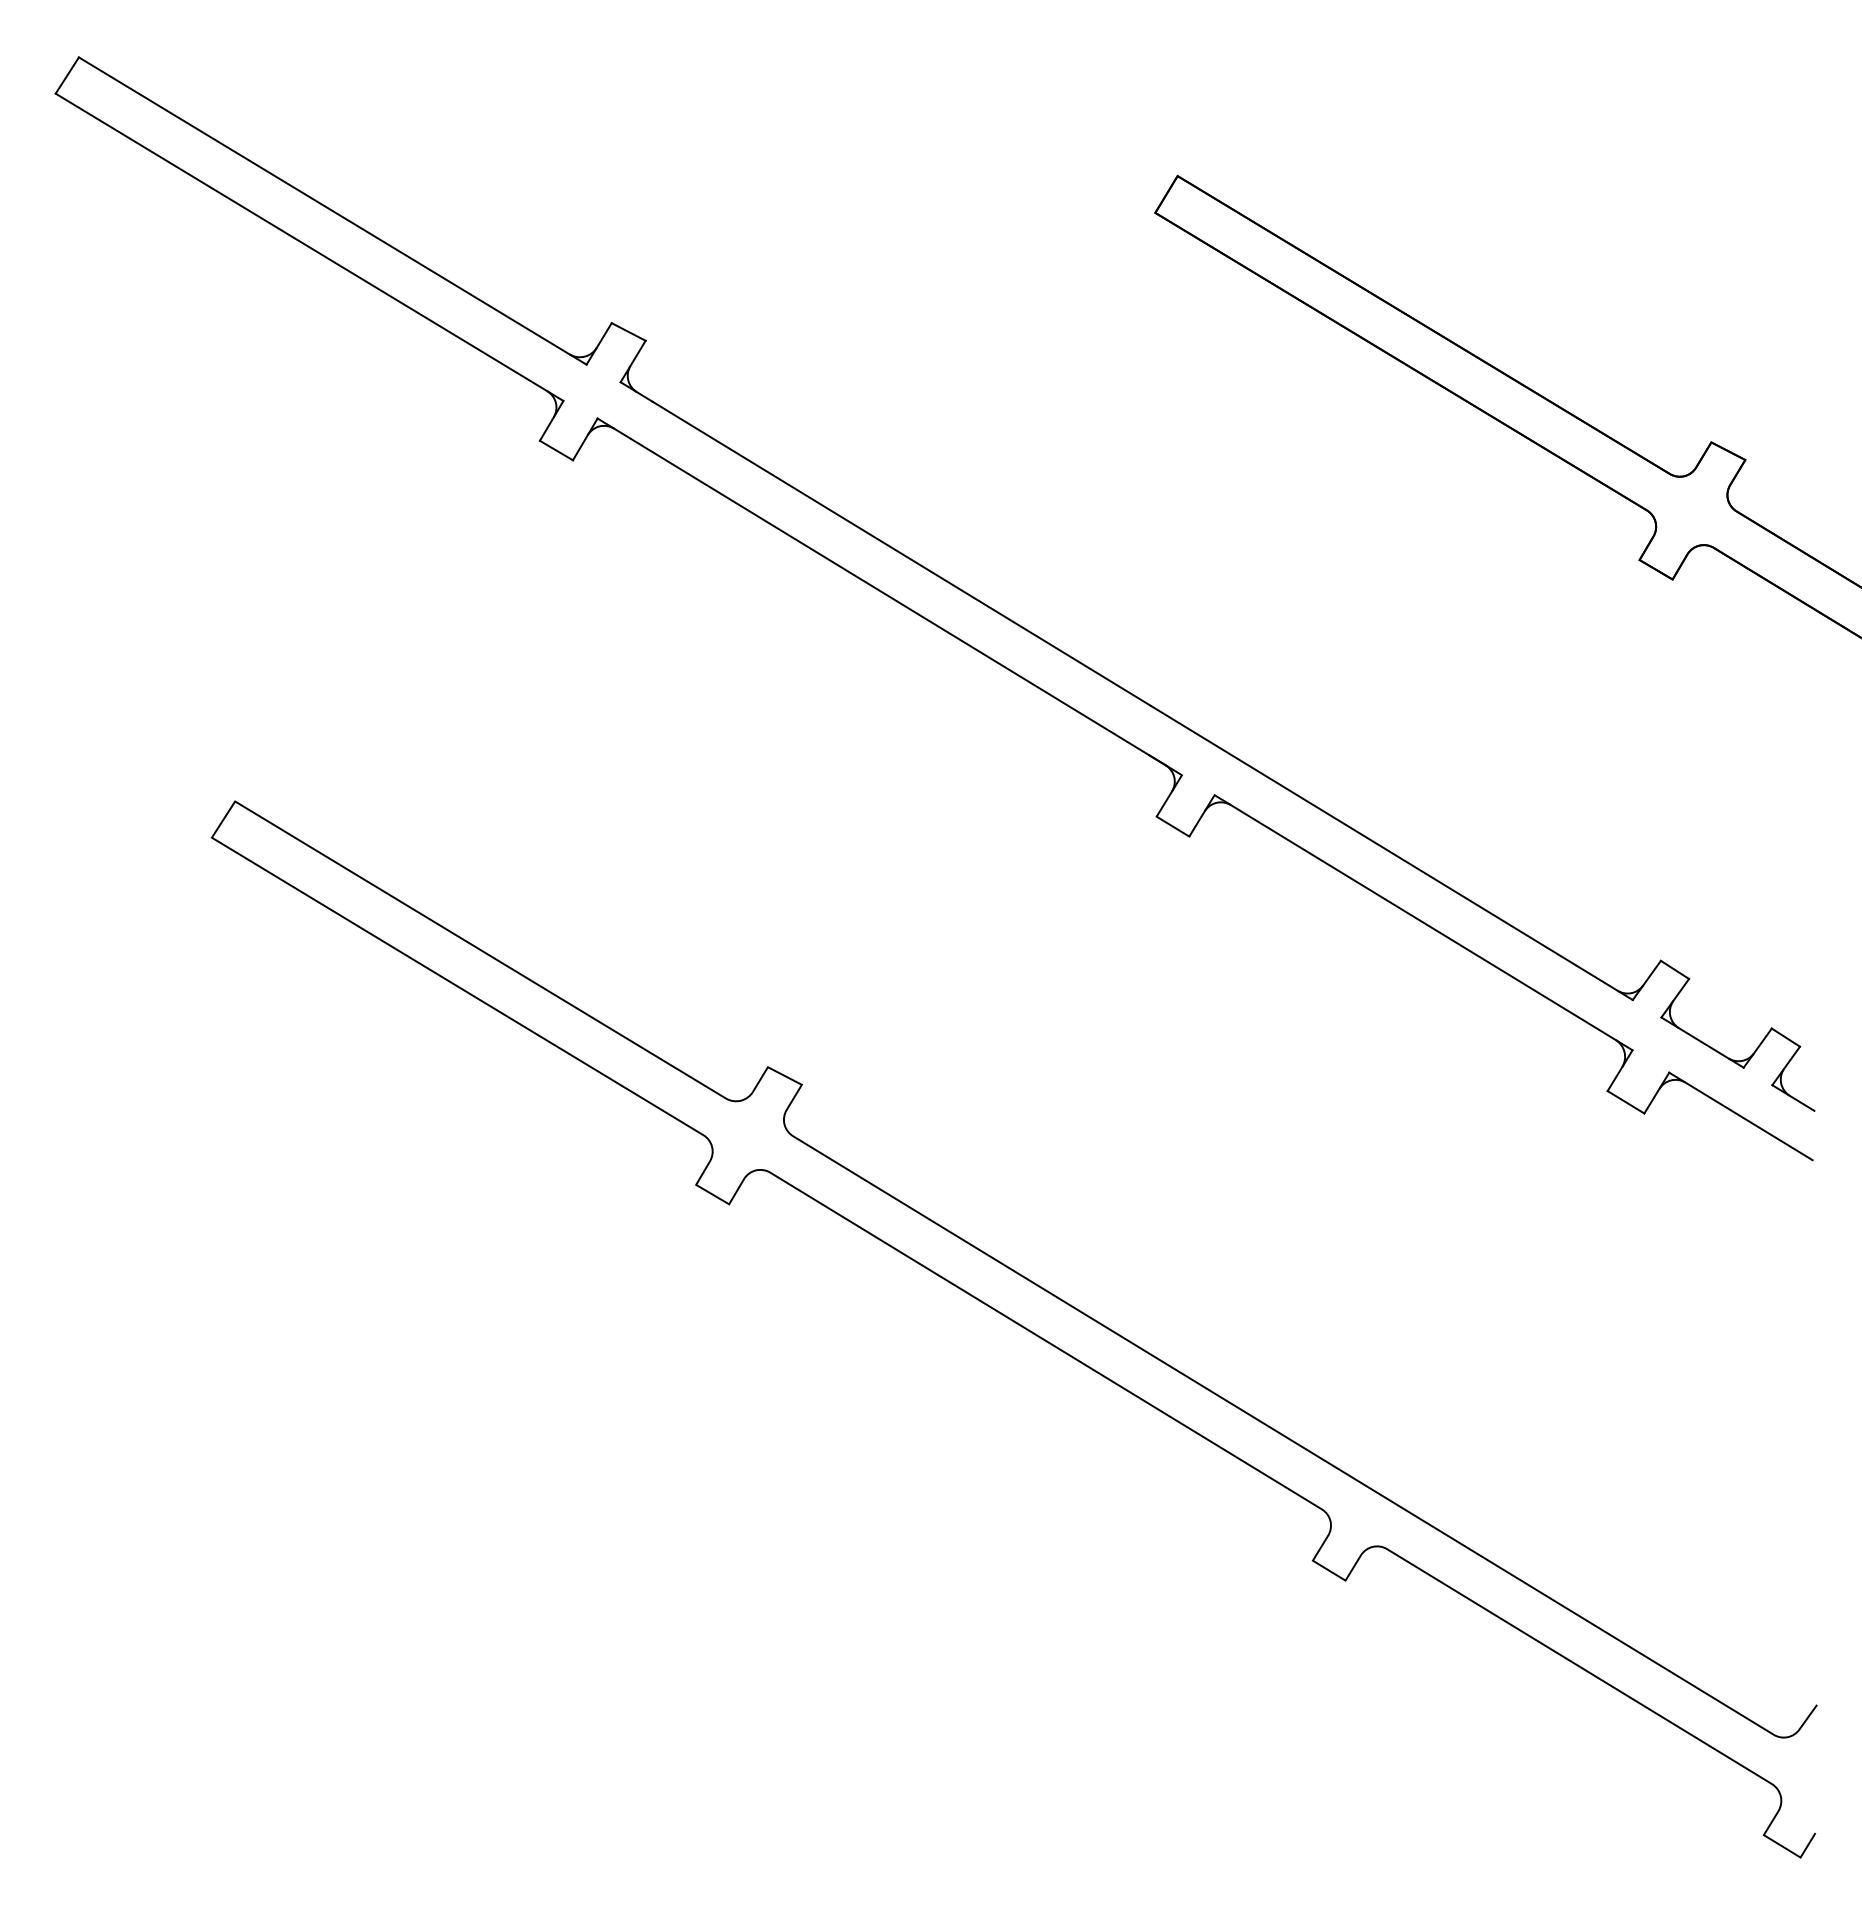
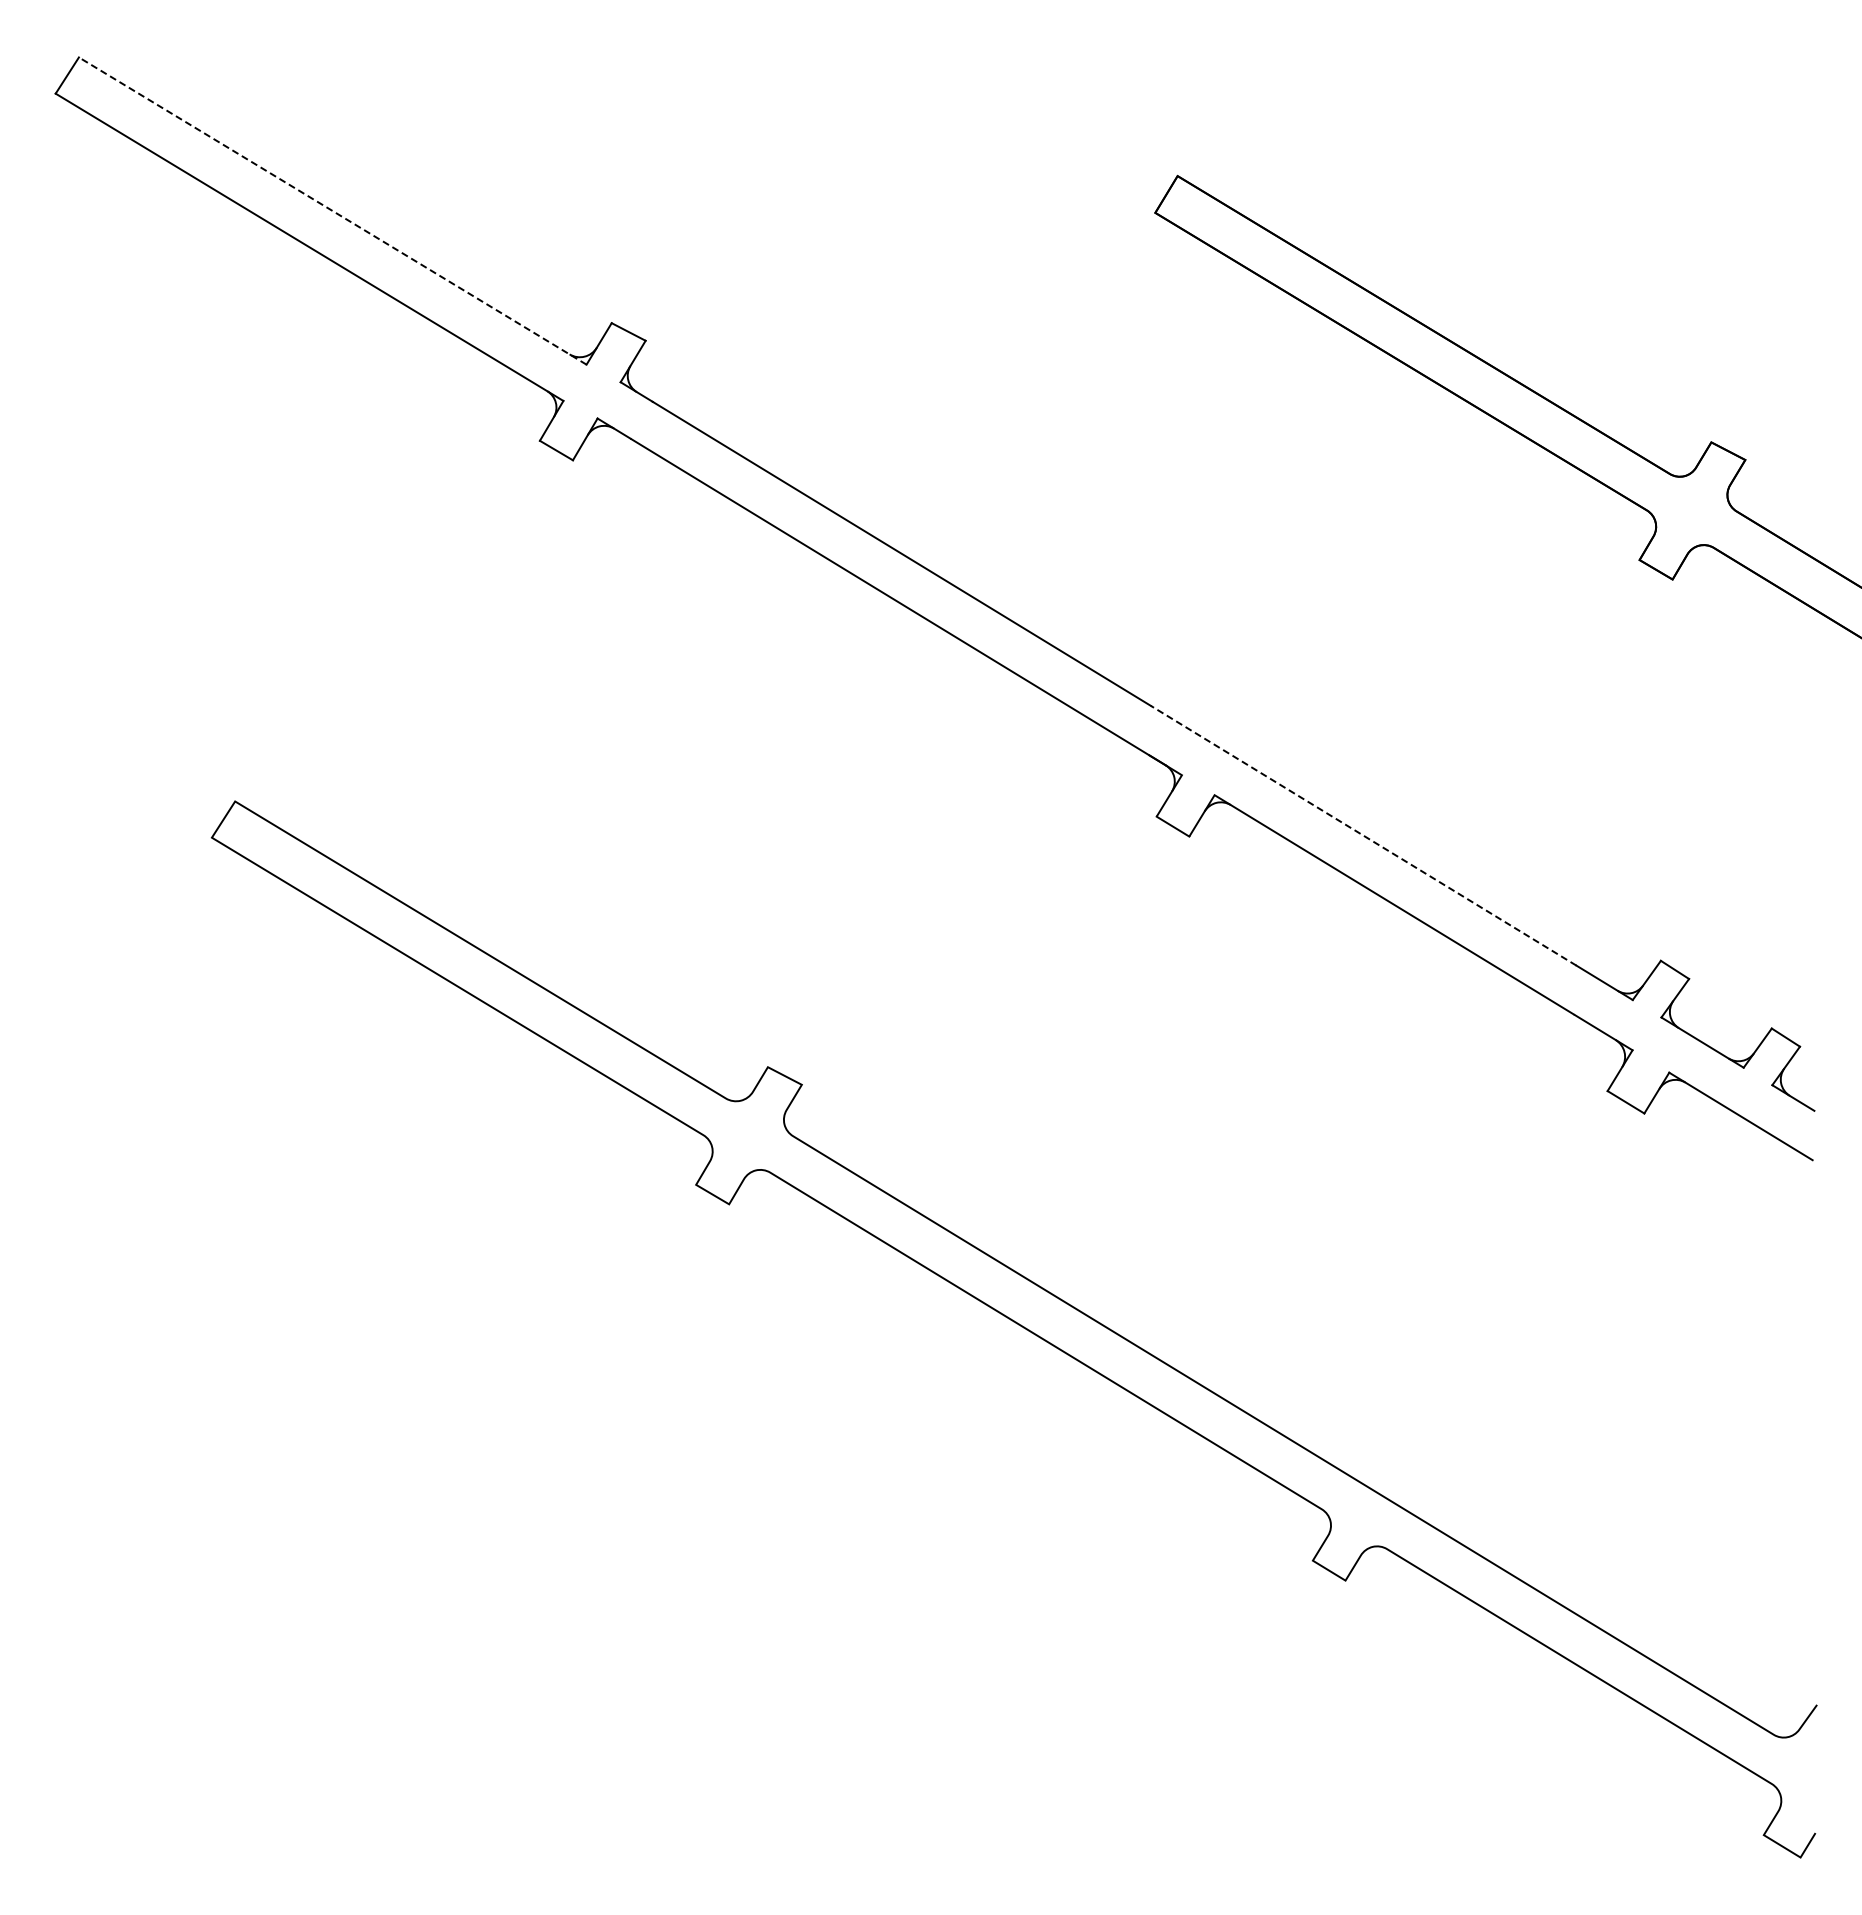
line at (332, 211): solid -> dashed
line at (1363, 835): solid -> dashed
